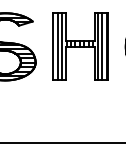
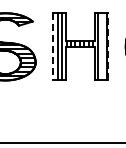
line at (53, 46): solid -> dashed
line at (102, 46): present -> none
line at (108, 46): solid -> dashed
